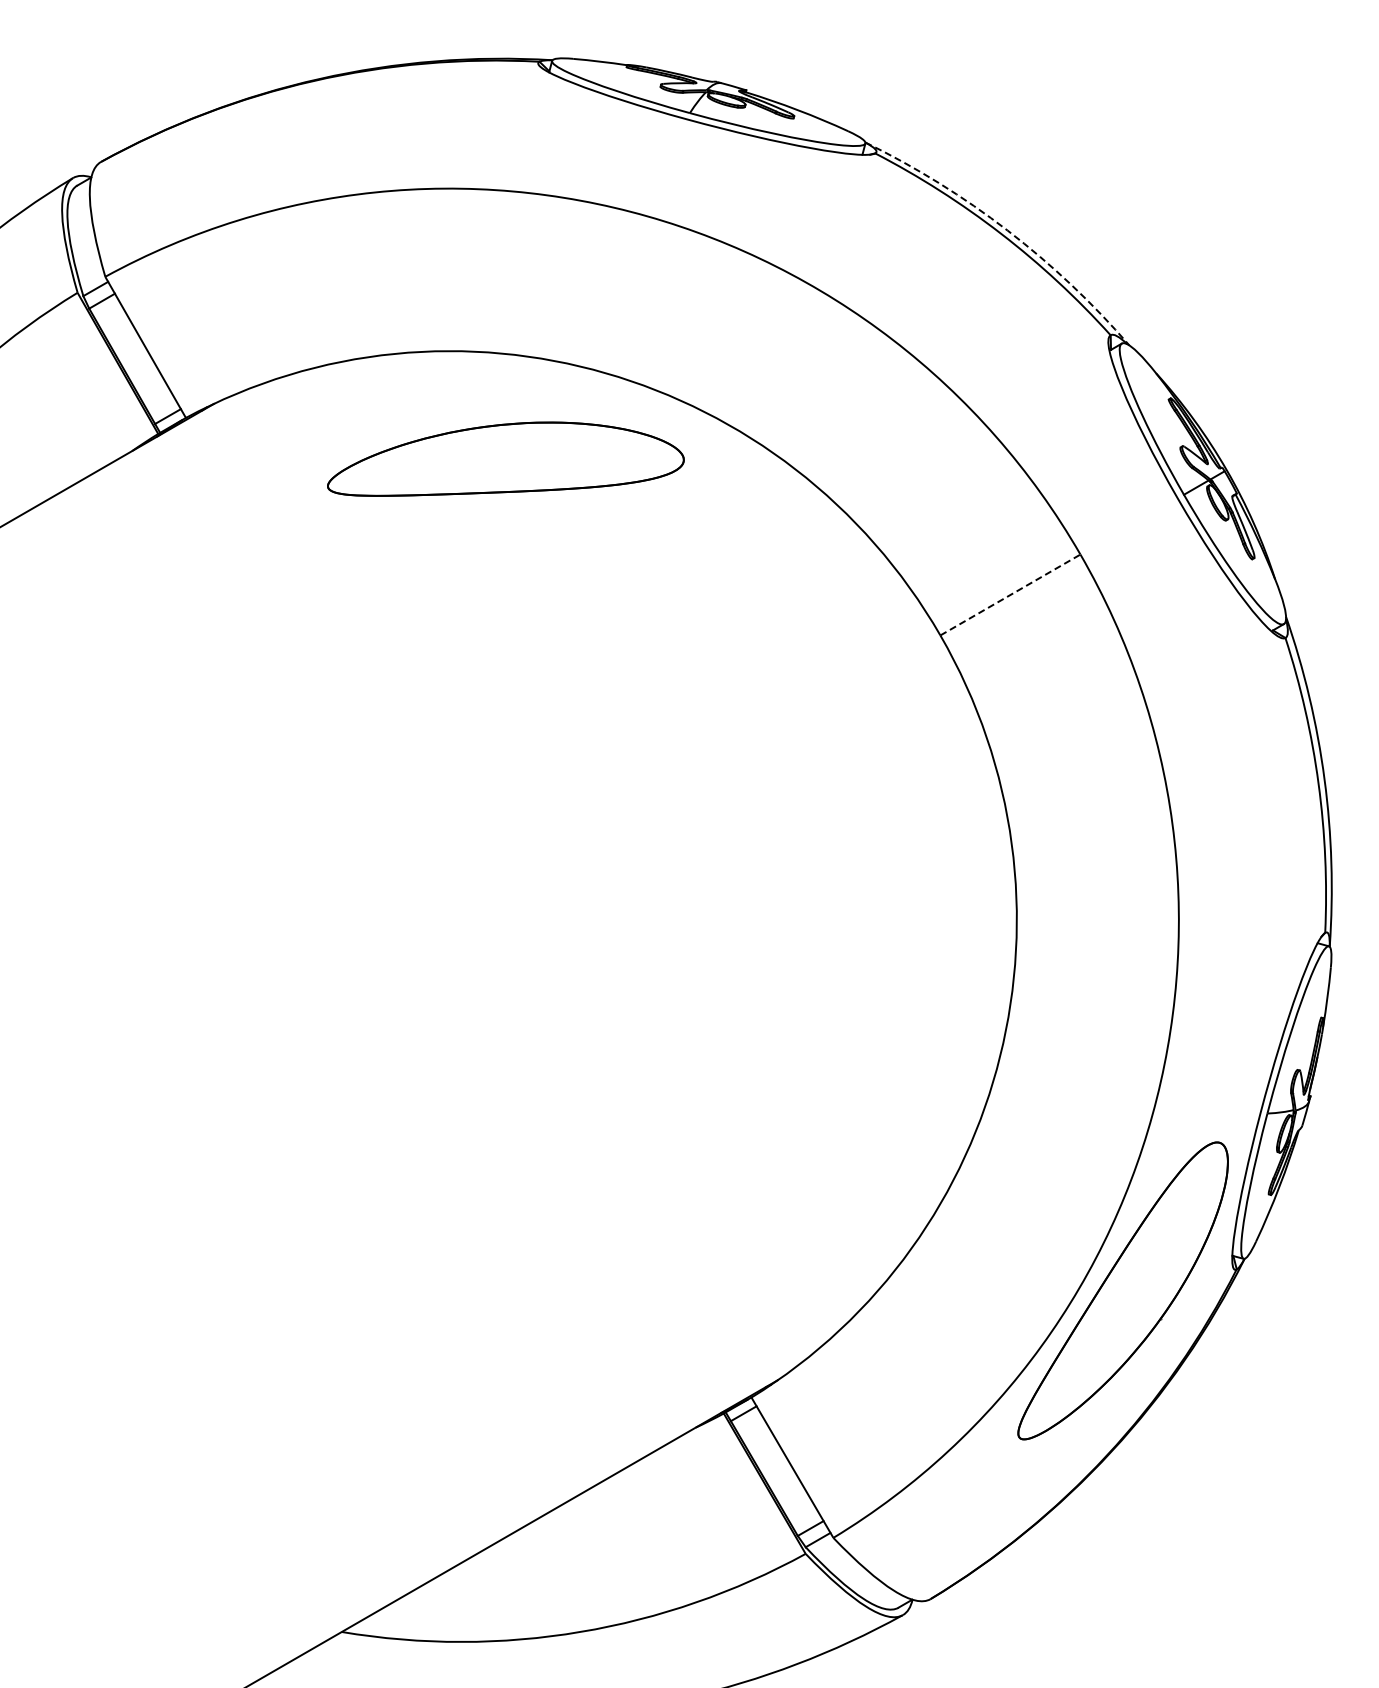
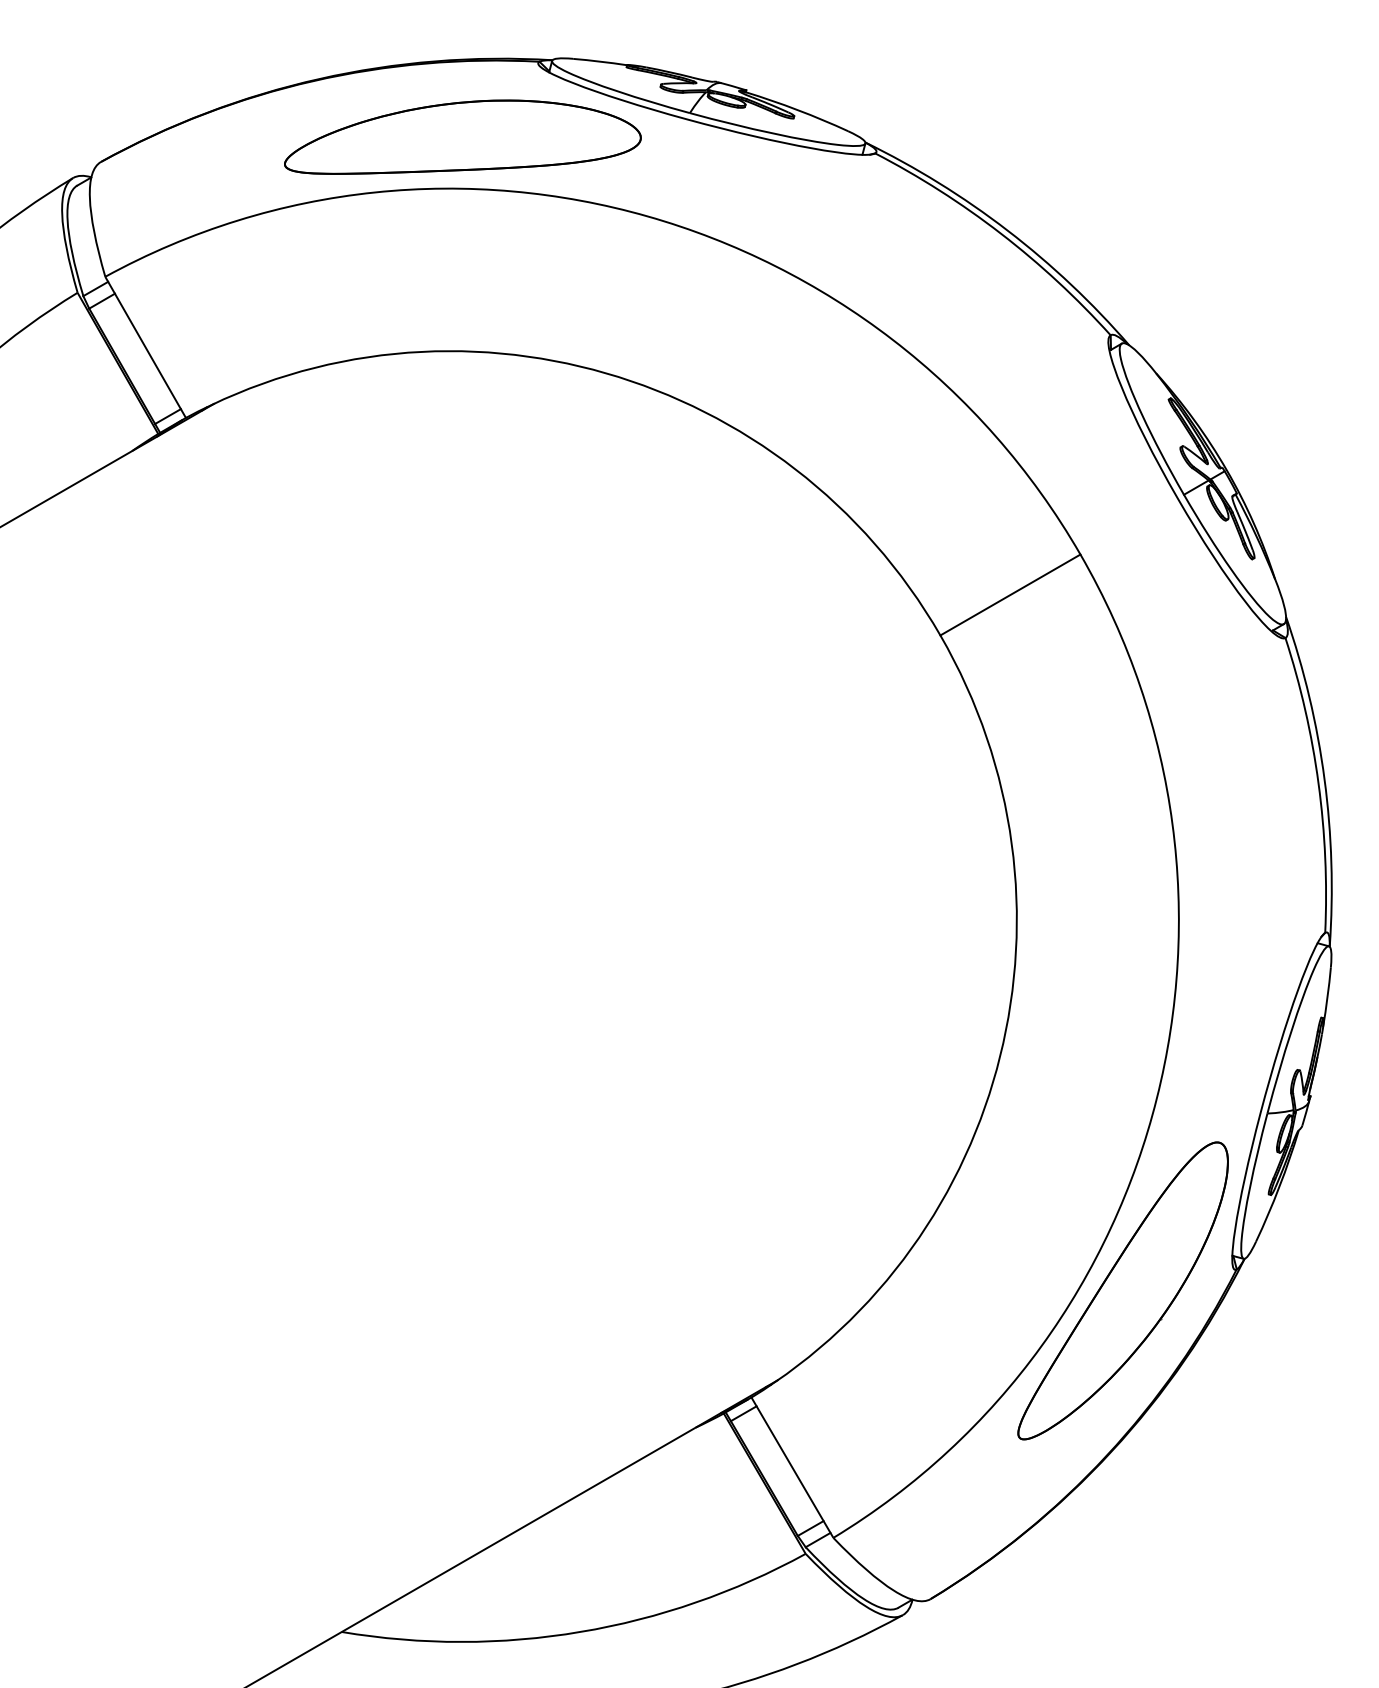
arc at (1007, 230): dashed -> solid
part at (505, 458) position: (505, 458) -> (462, 136)
line at (1010, 595): dashed -> solid
